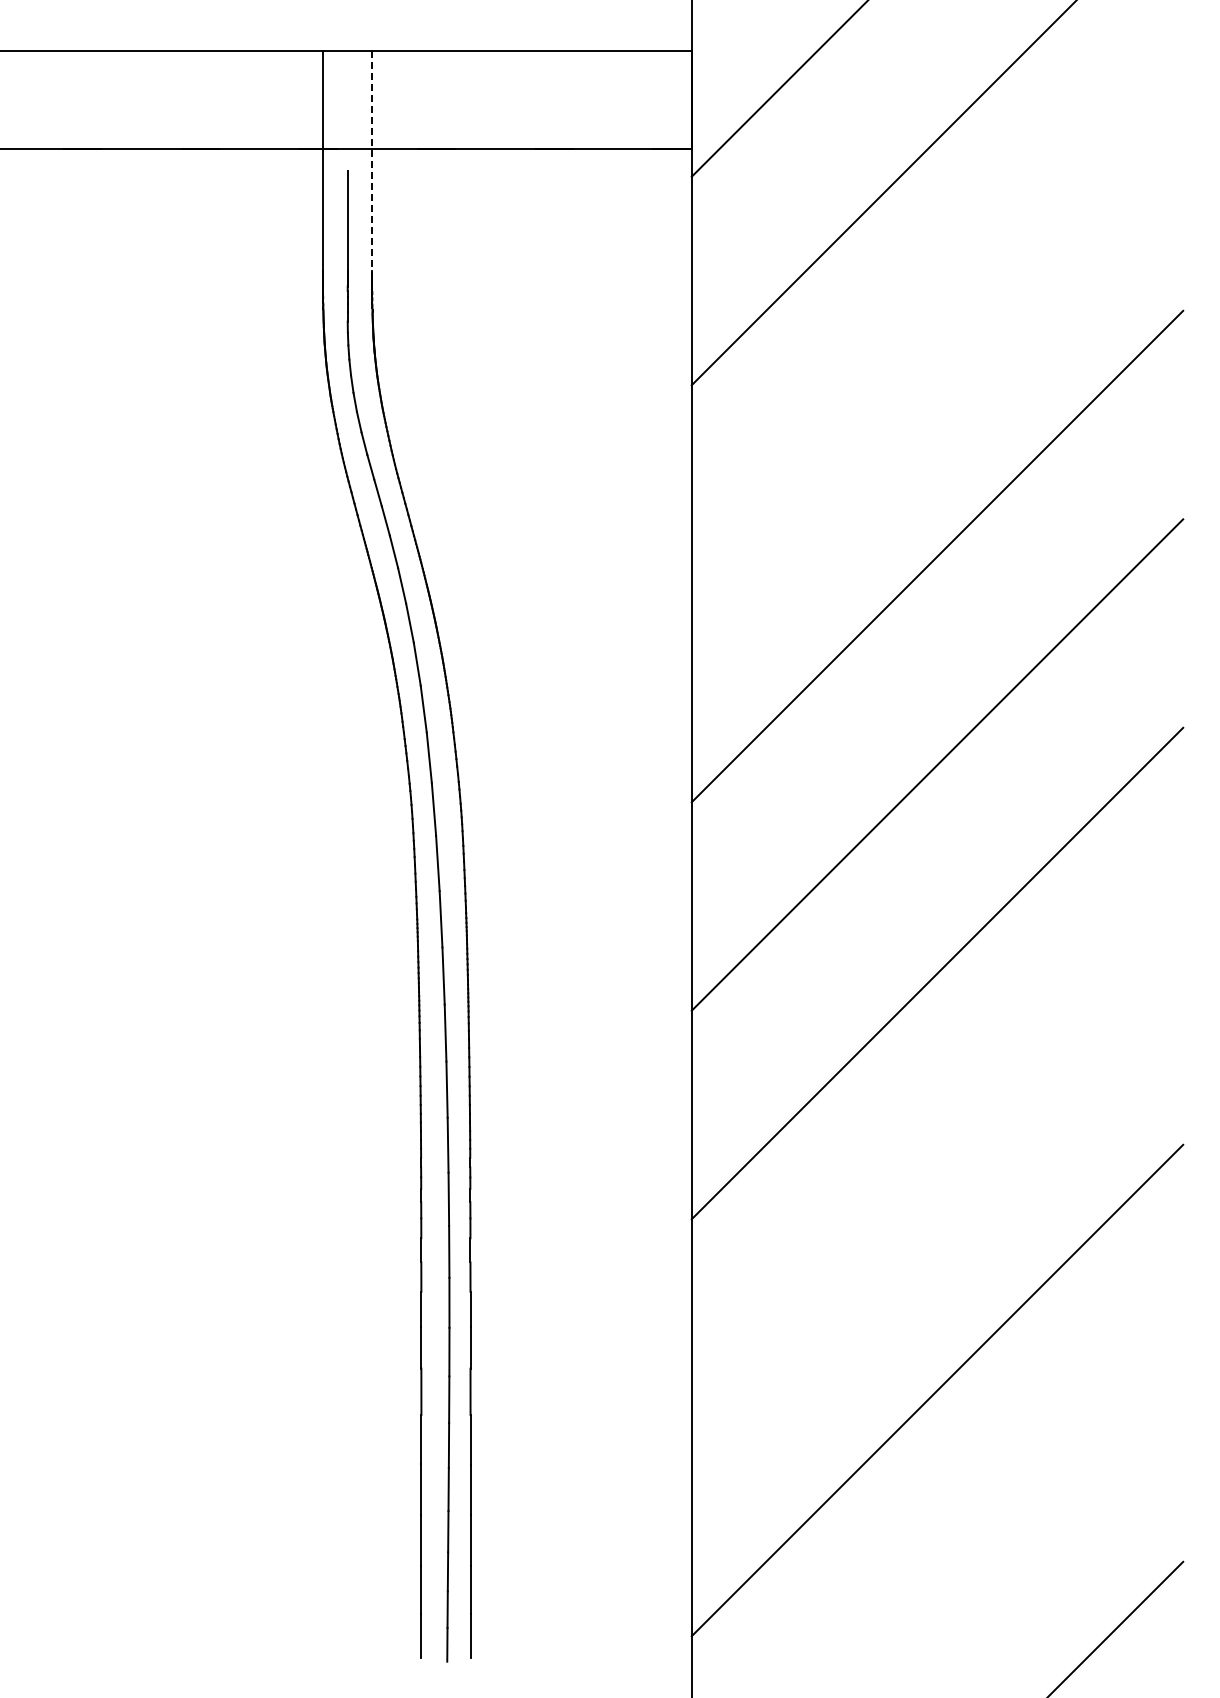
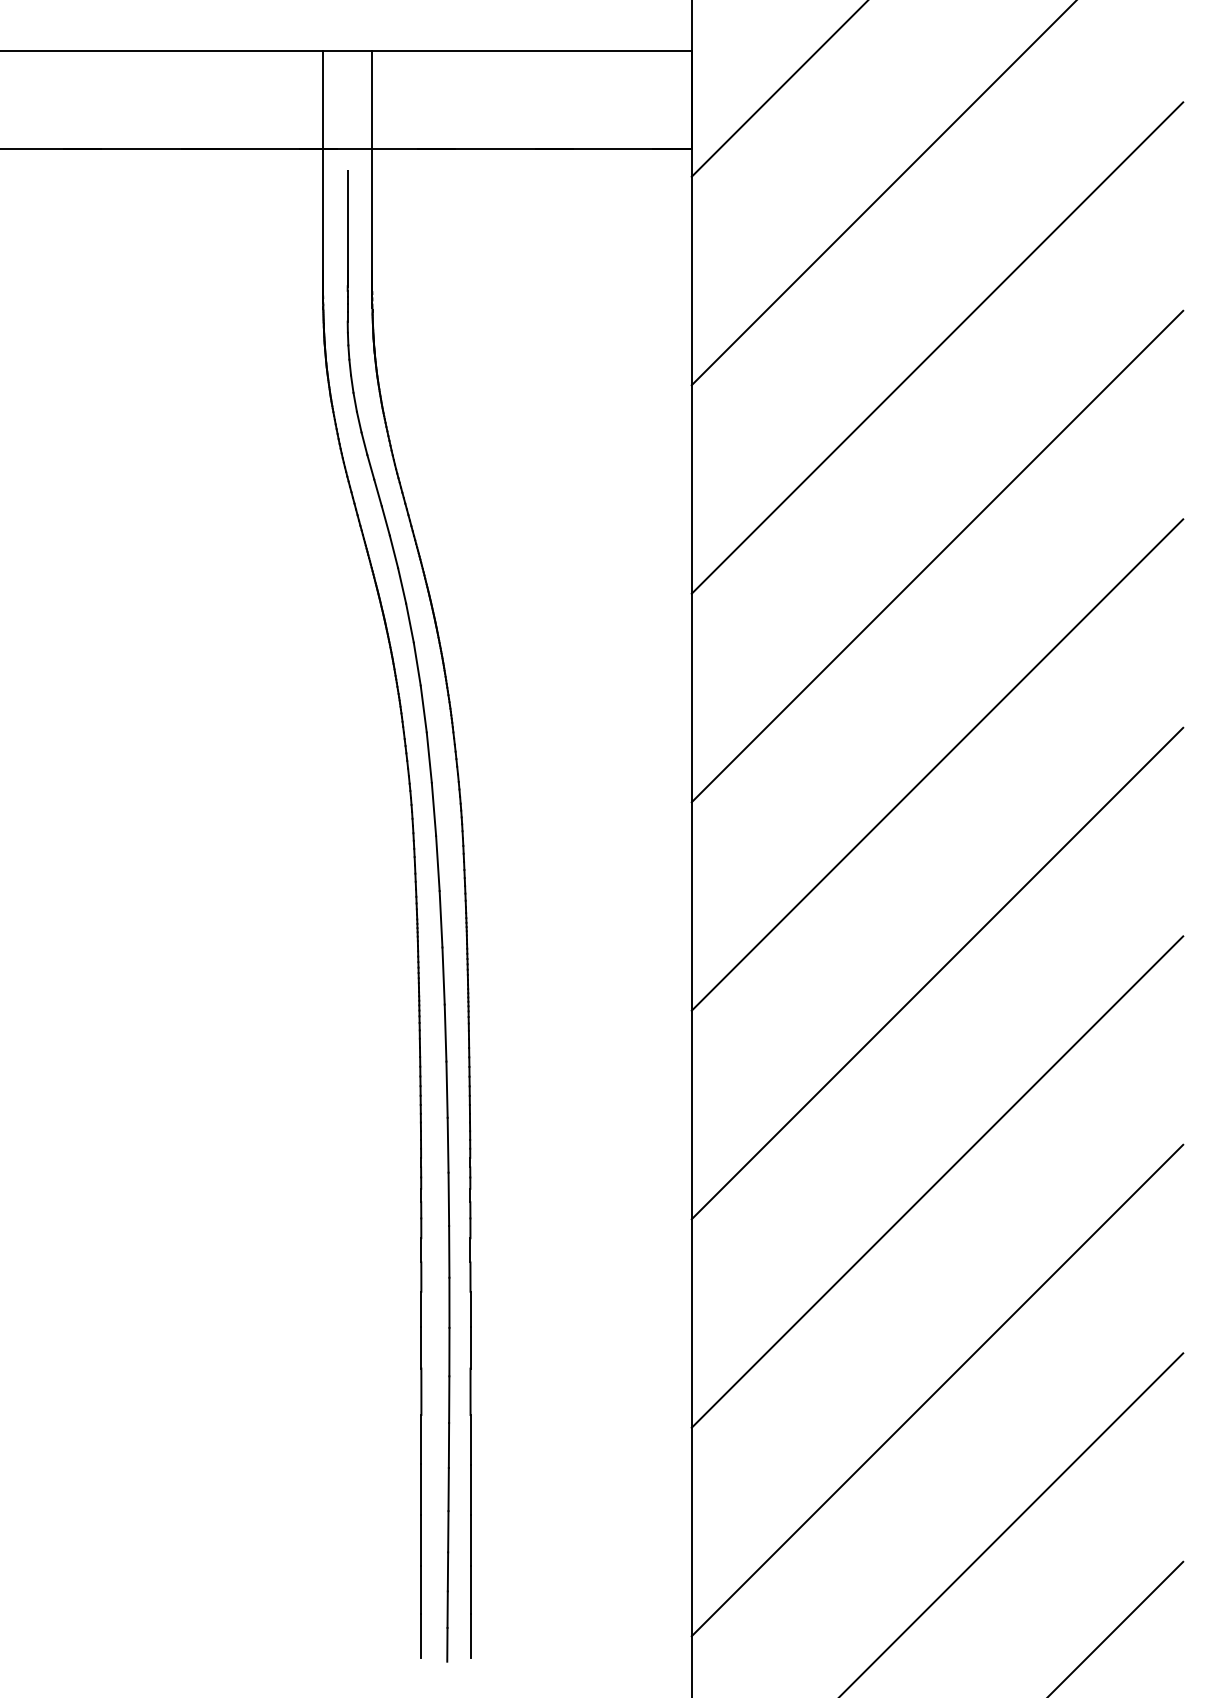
line at (372, 160): dashed -> solid
line at (937, 347): none -> present
line at (937, 1181): none -> present
line at (1012, 1523): none -> present
